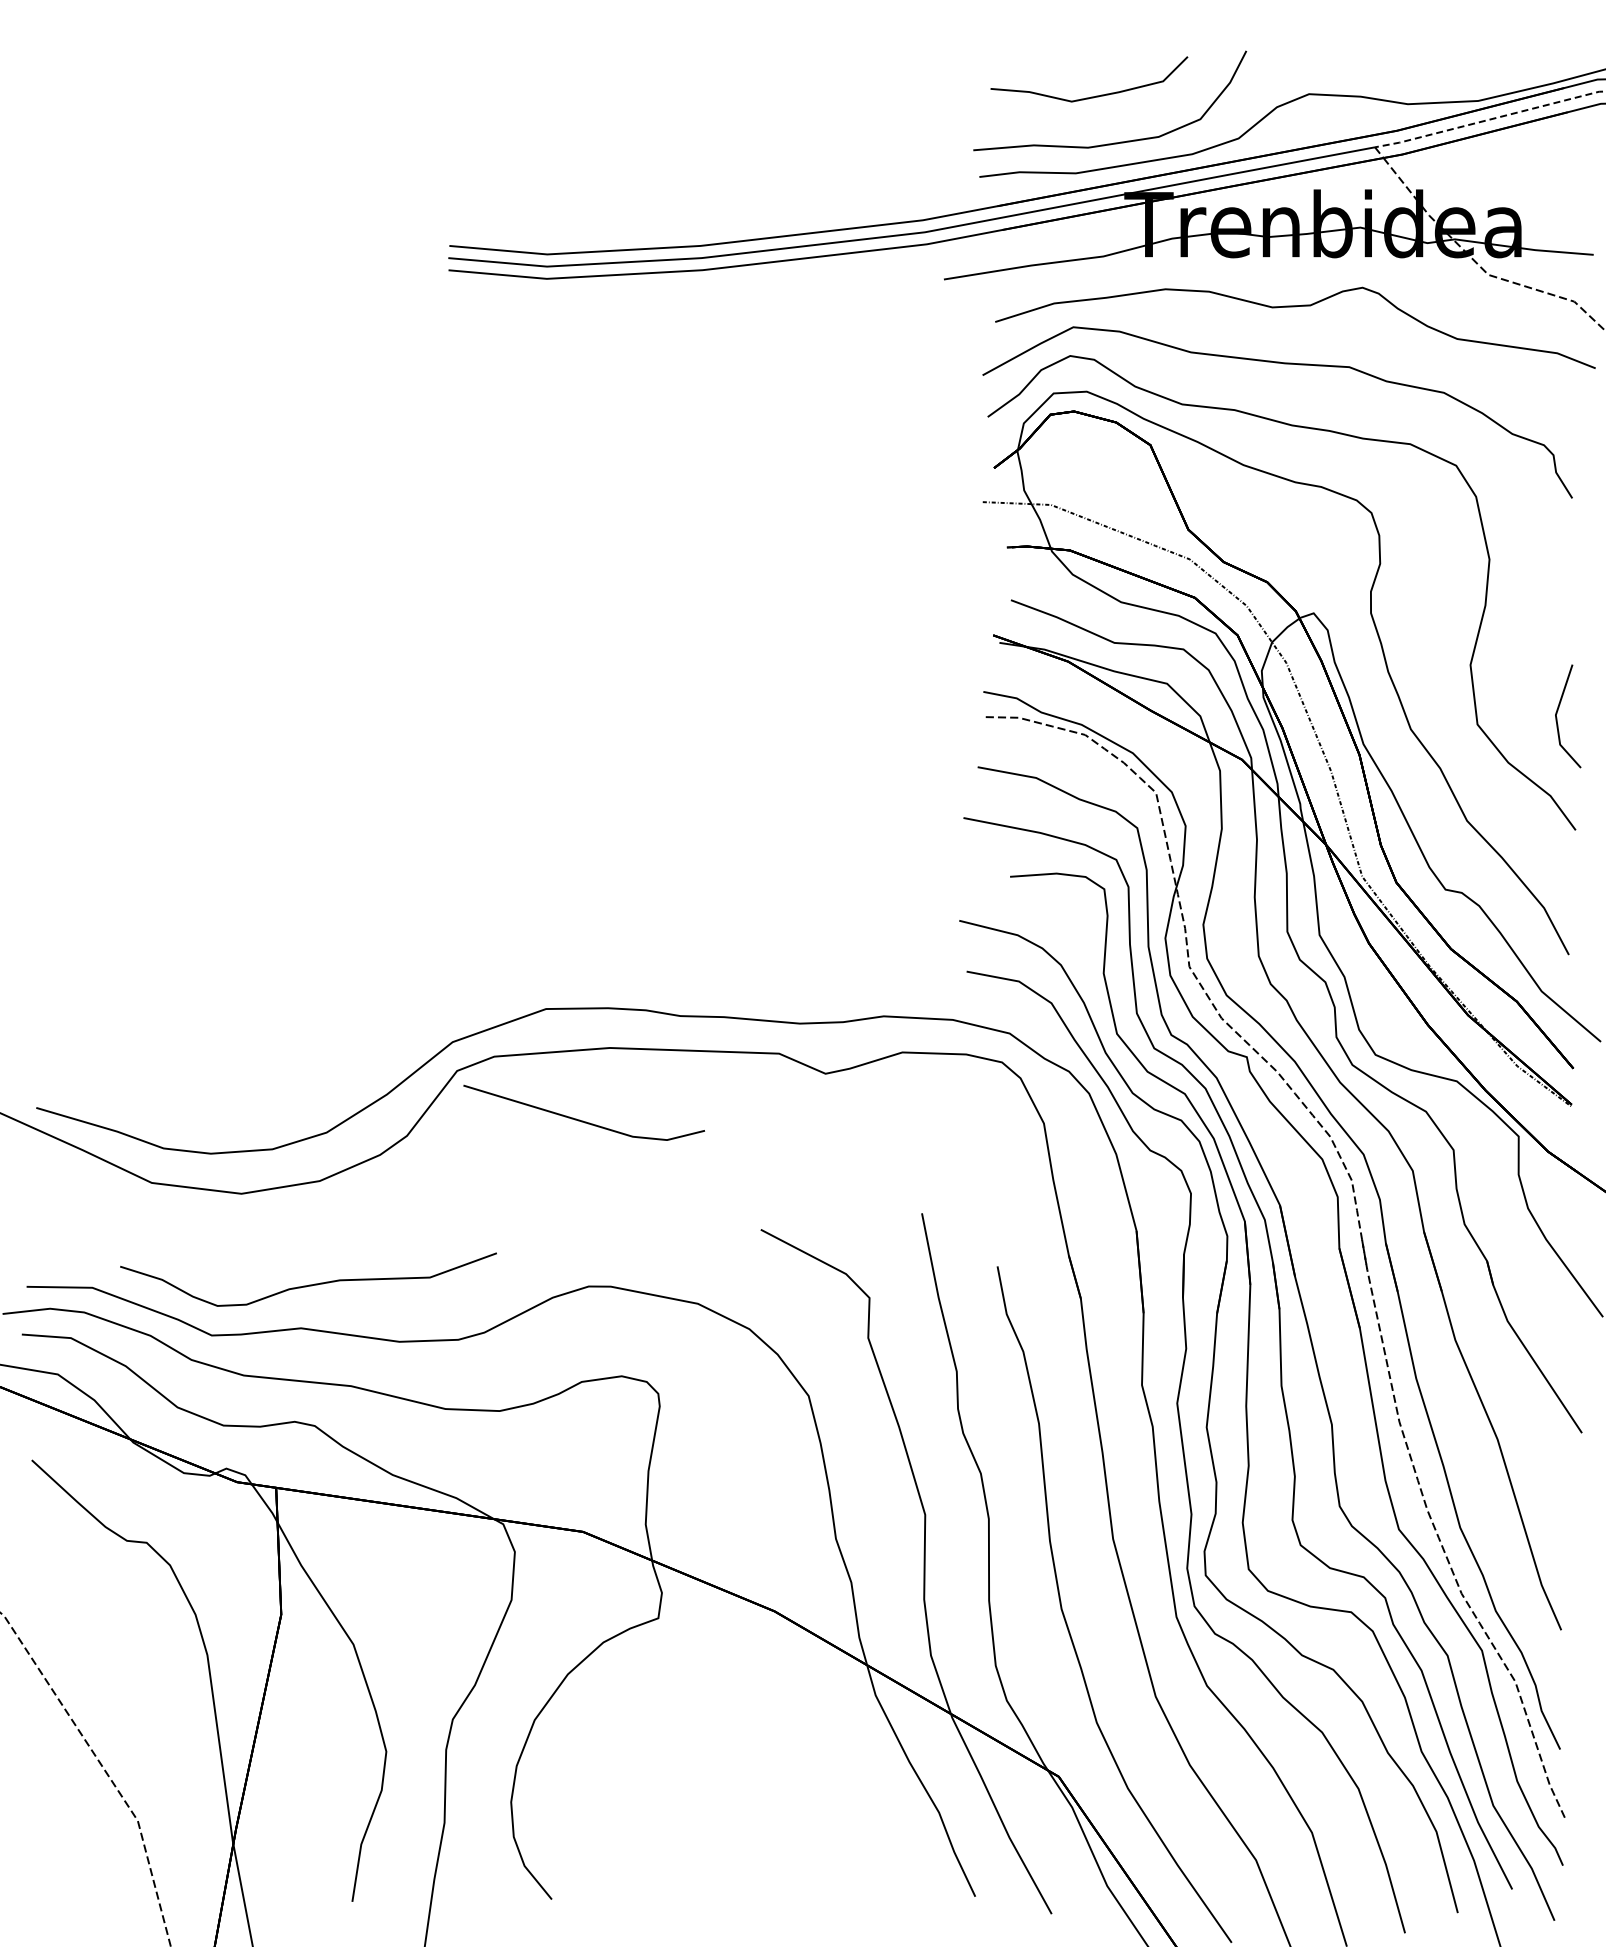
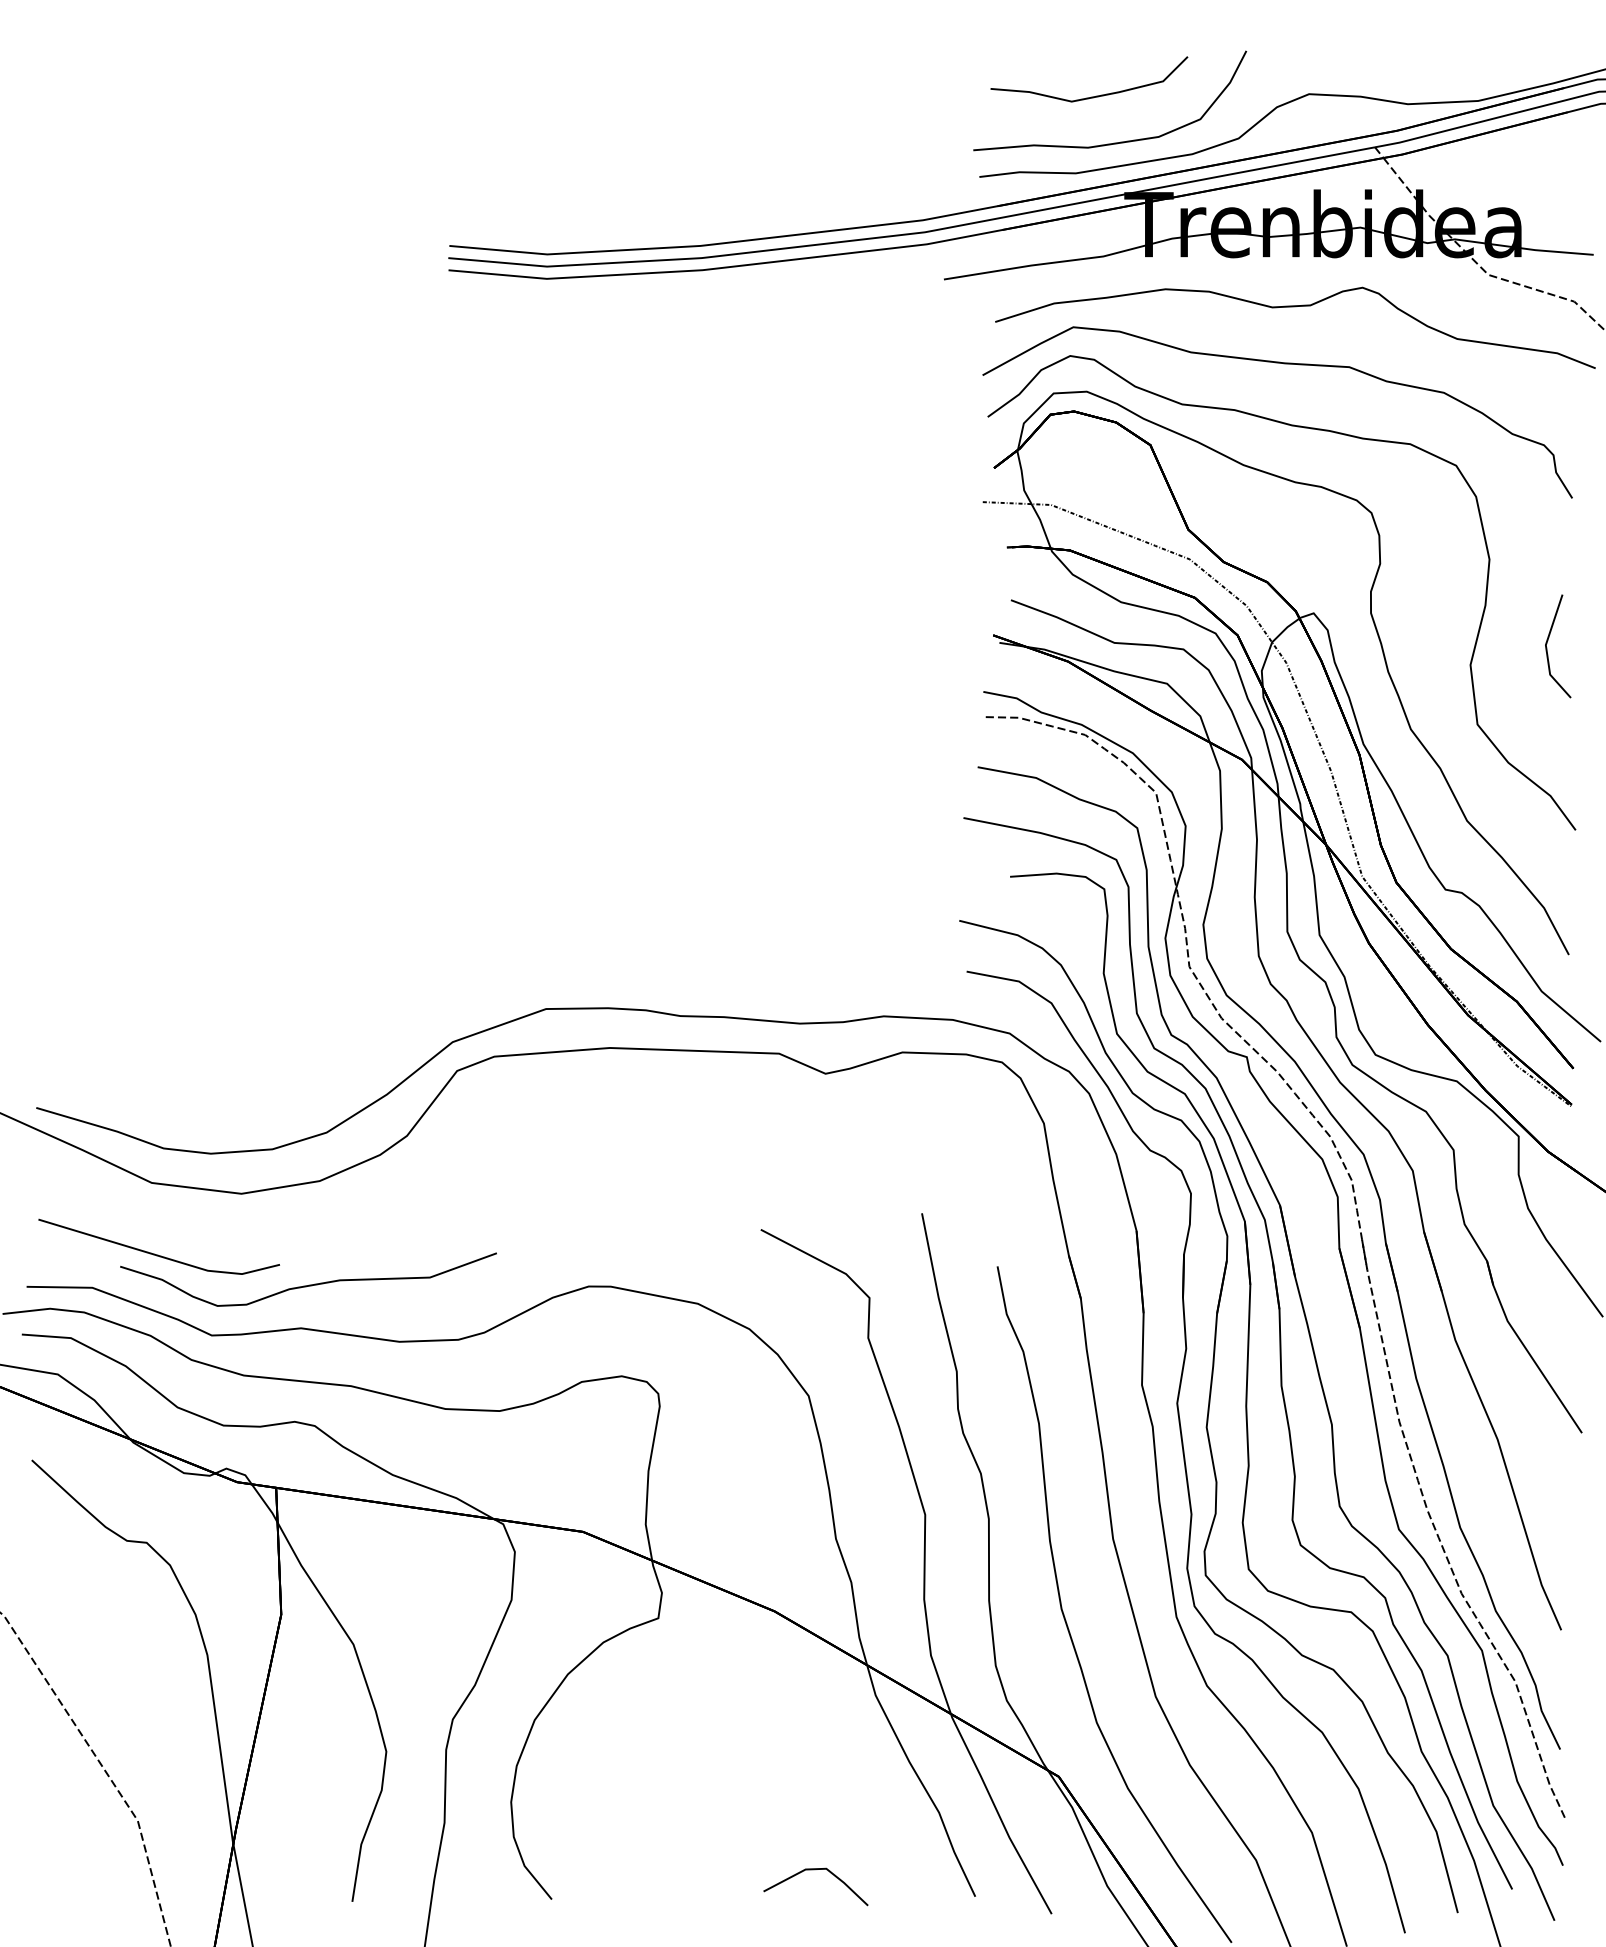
line at (1489, 119): dashed -> solid
line at (1557, 717) position: (1557, 717) -> (1547, 647)
line at (583, 1120) position: (583, 1120) -> (158, 1254)
line at (815, 1870): none -> present
